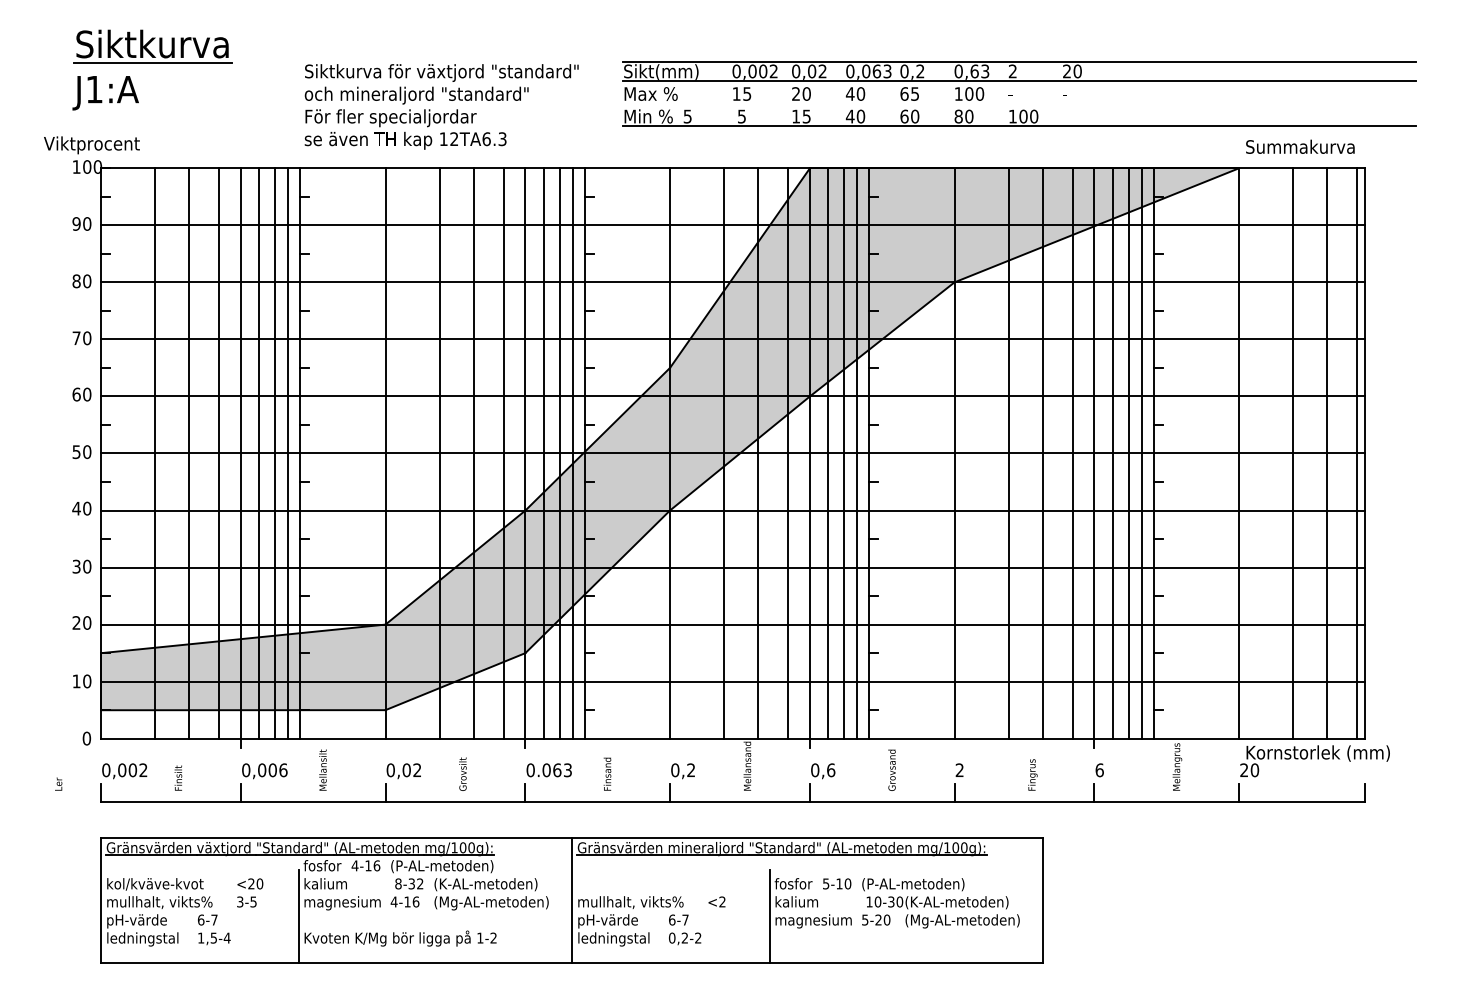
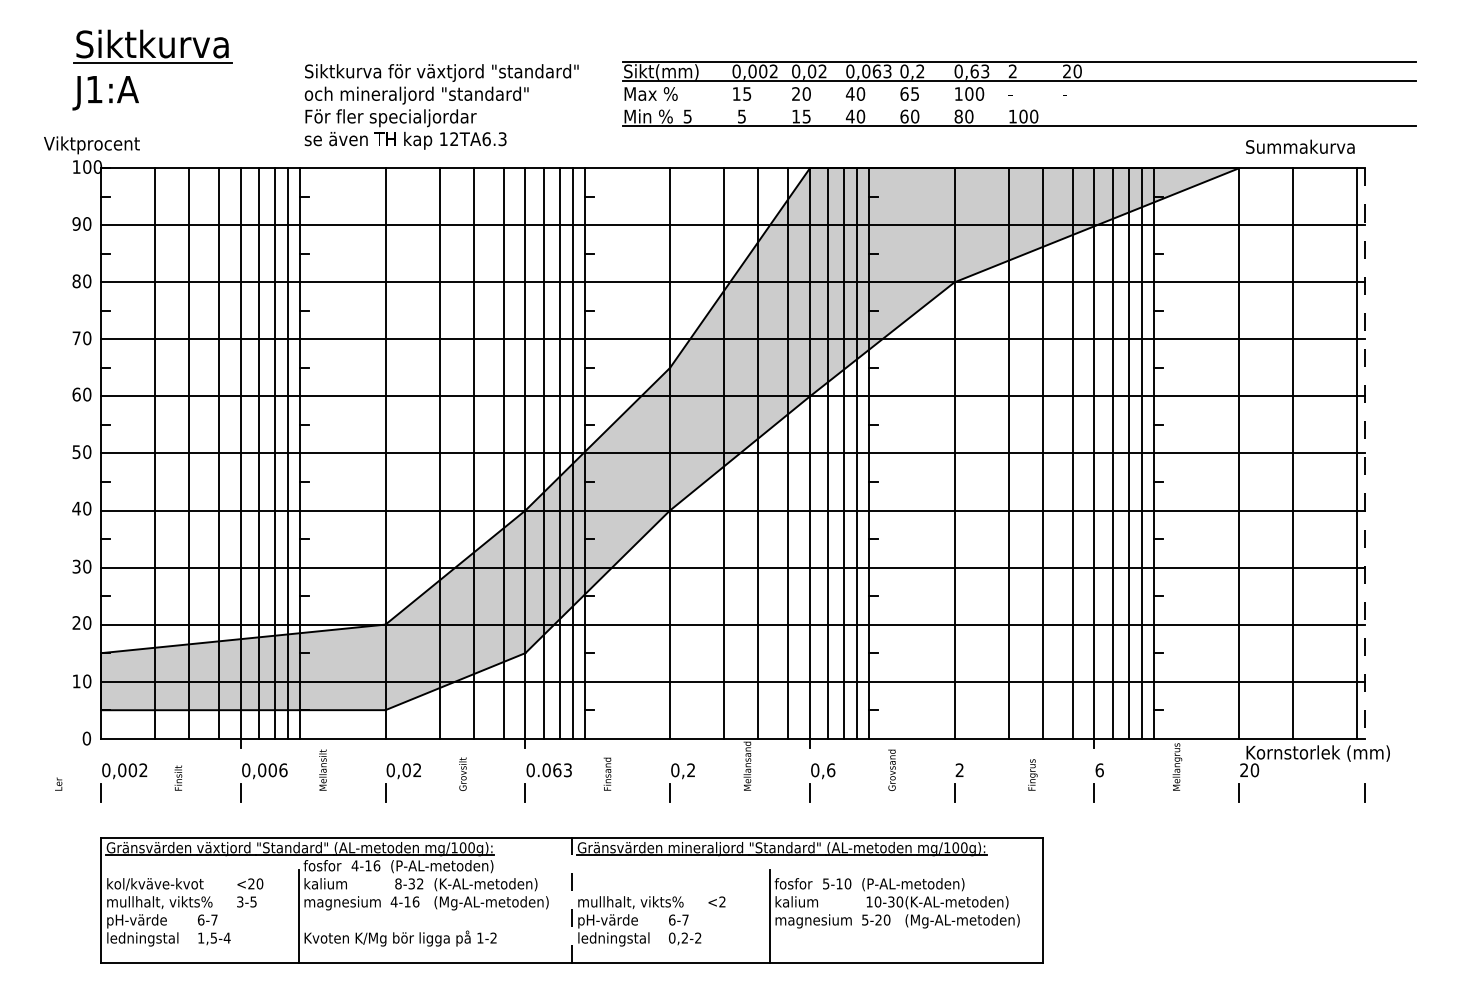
line at (1327, 453): present -> none
line at (1365, 454): solid -> dashed
line at (733, 801): present -> none
line at (572, 900): solid -> dashed
